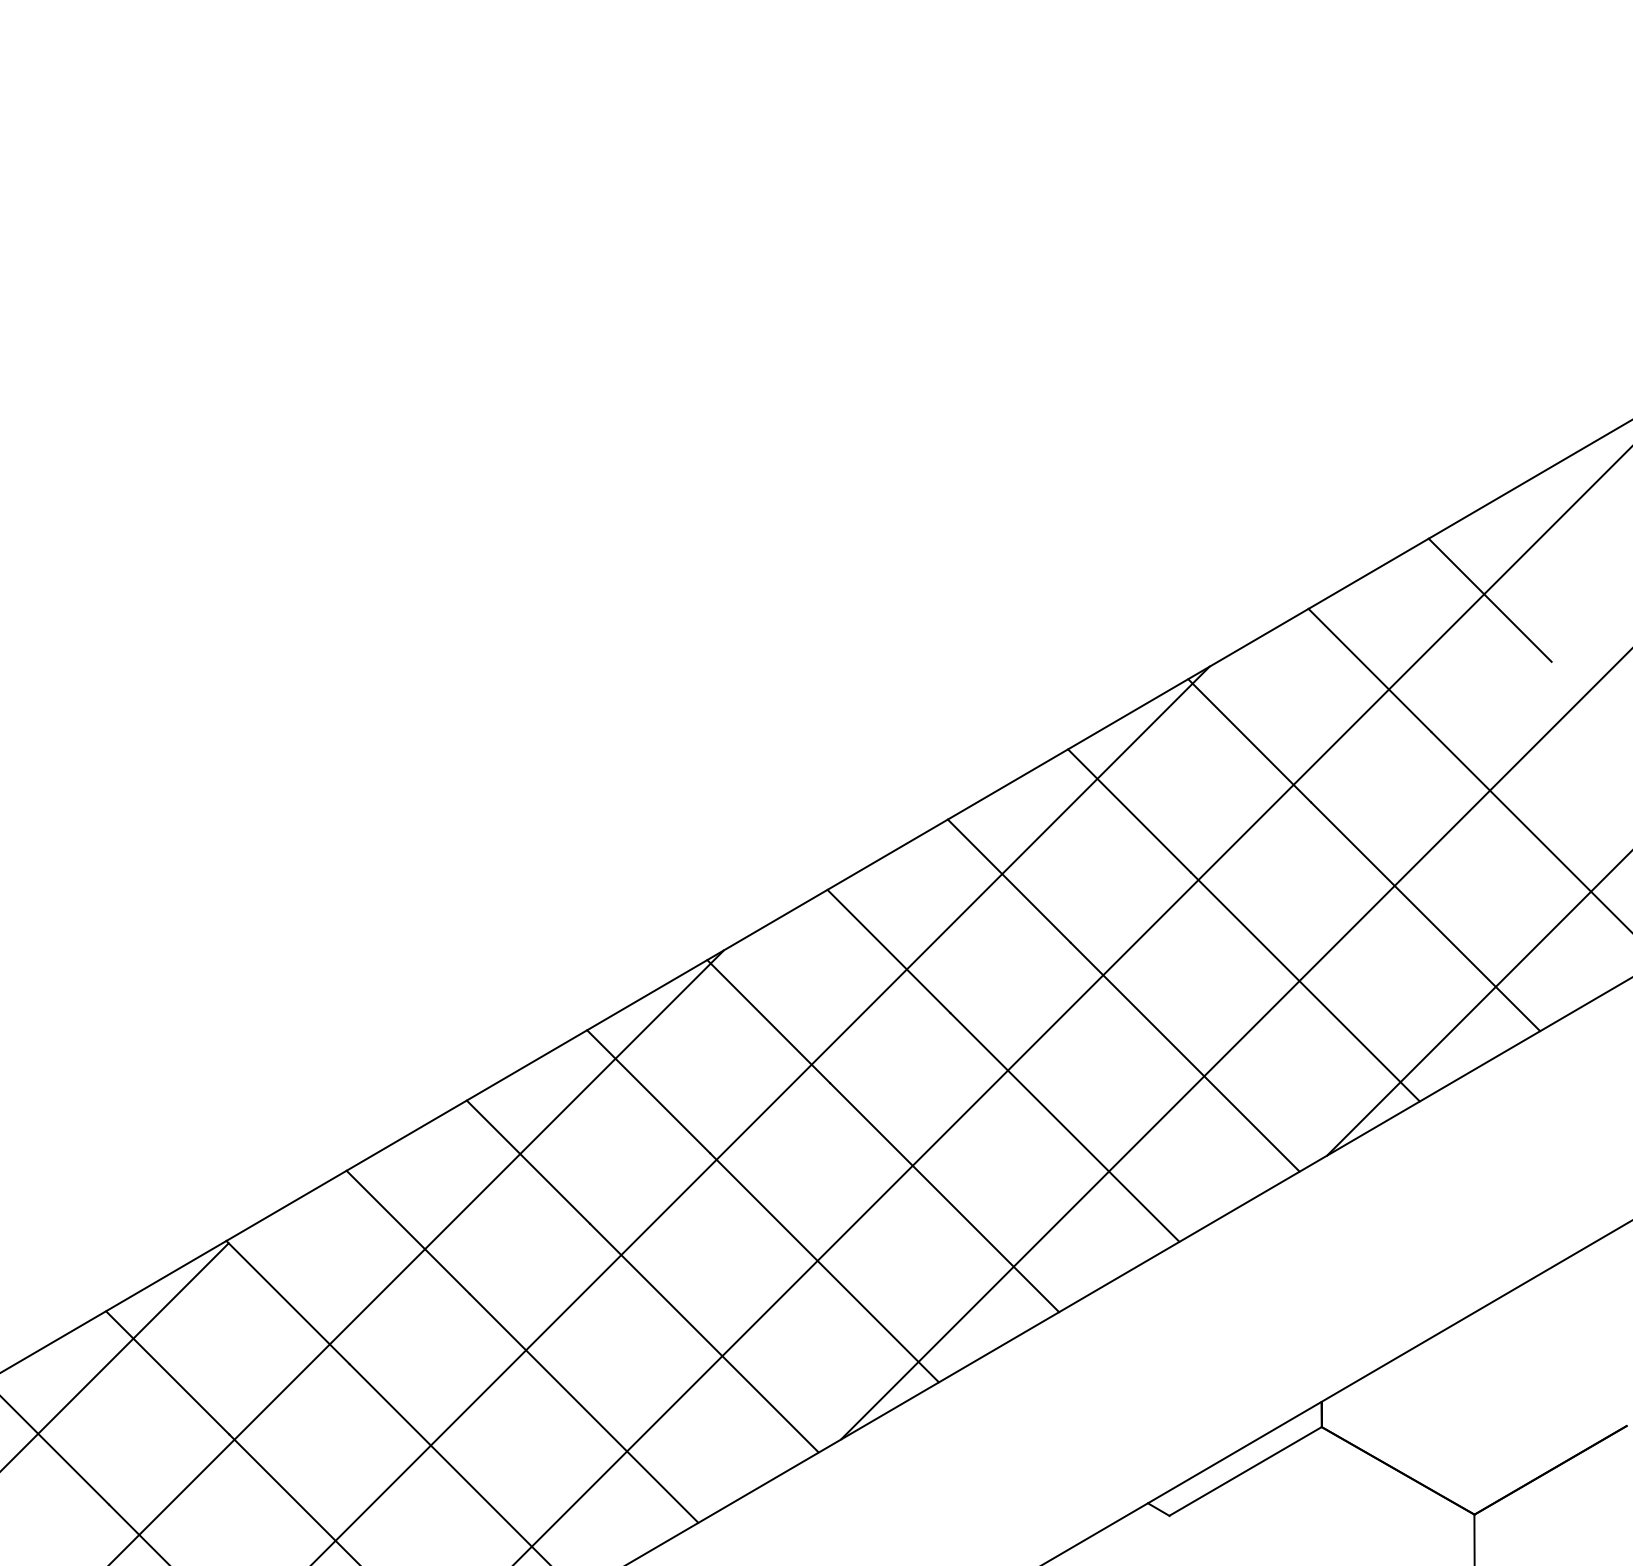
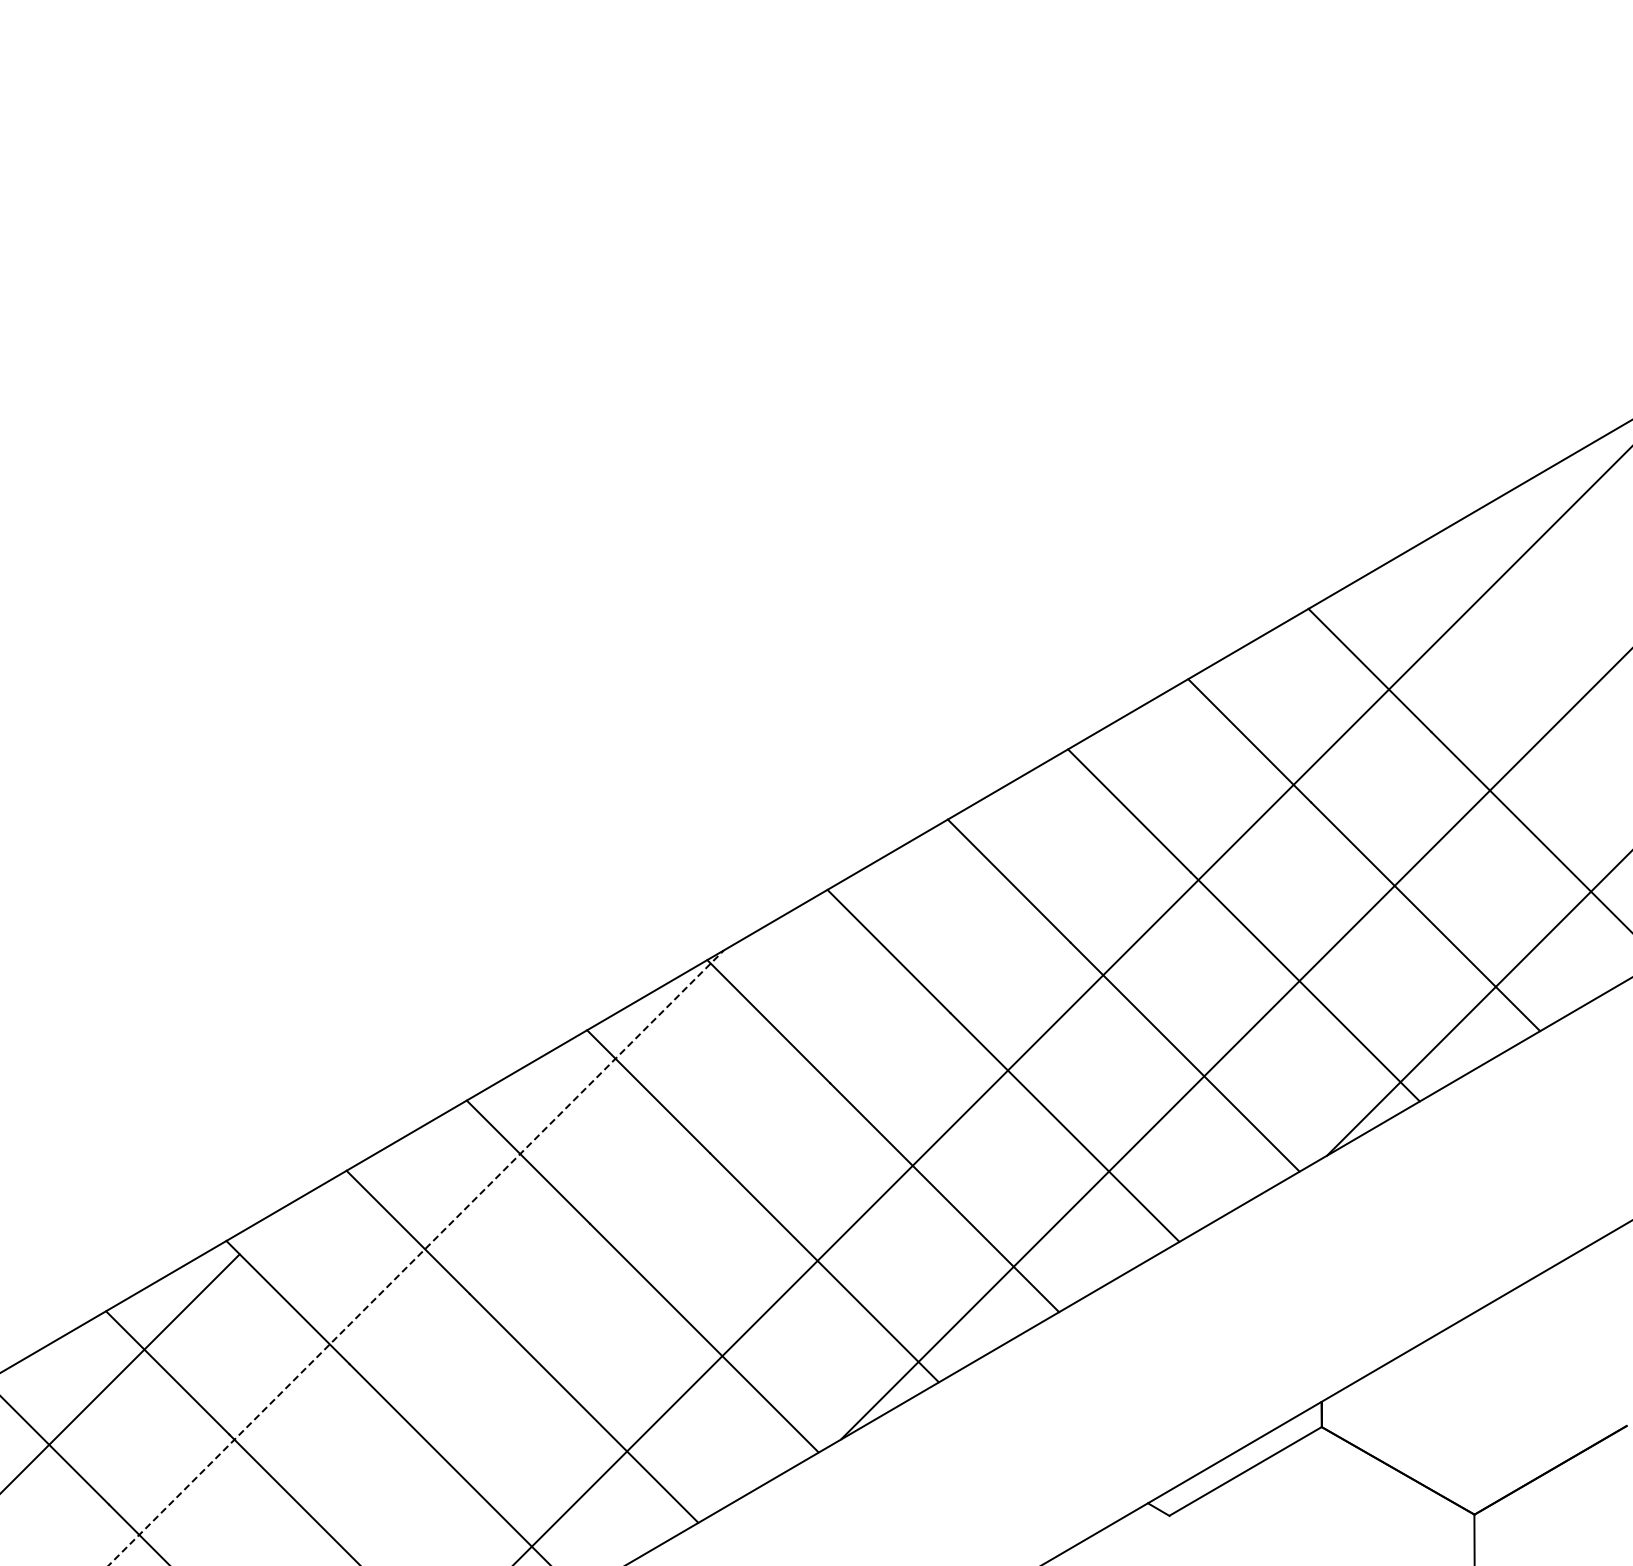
line at (1489, 599): present -> none
line at (761, 1114): present -> none
line at (416, 1258): solid -> dashed
line at (115, 1356) position: (115, 1356) -> (120, 1372)
